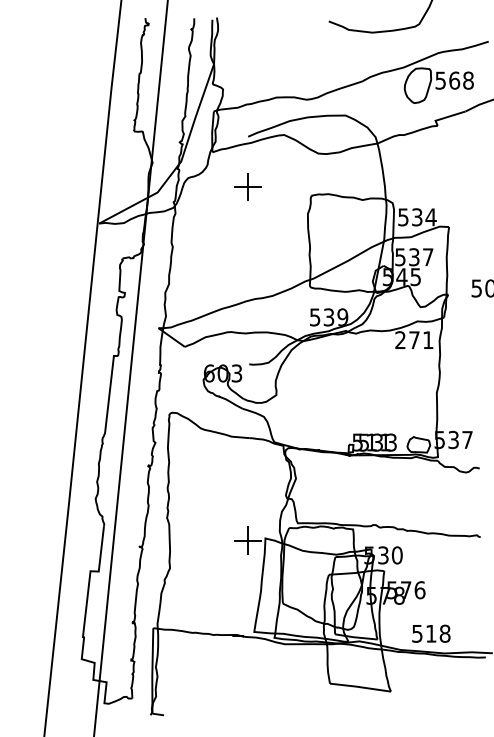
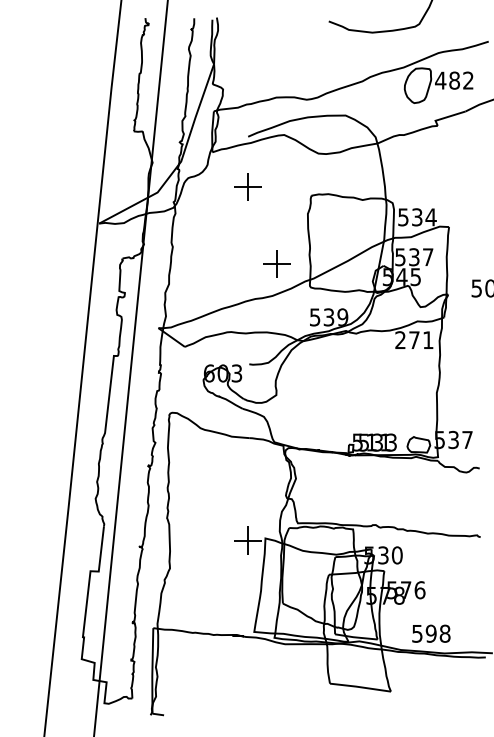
text at (454, 80): 568 -> 482
part at (276, 263): none -> present
text at (430, 633): 518 -> 598
